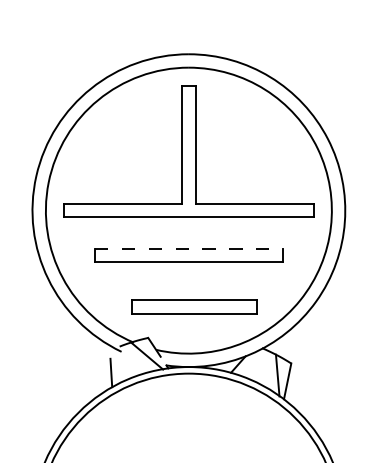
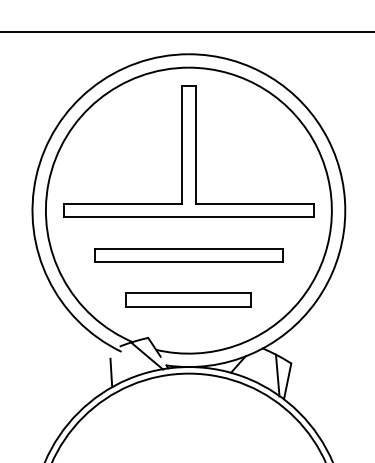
line at (186, 32): none -> present
line at (188, 248): dashed -> solid
part at (194, 306) position: (194, 306) -> (188, 299)
